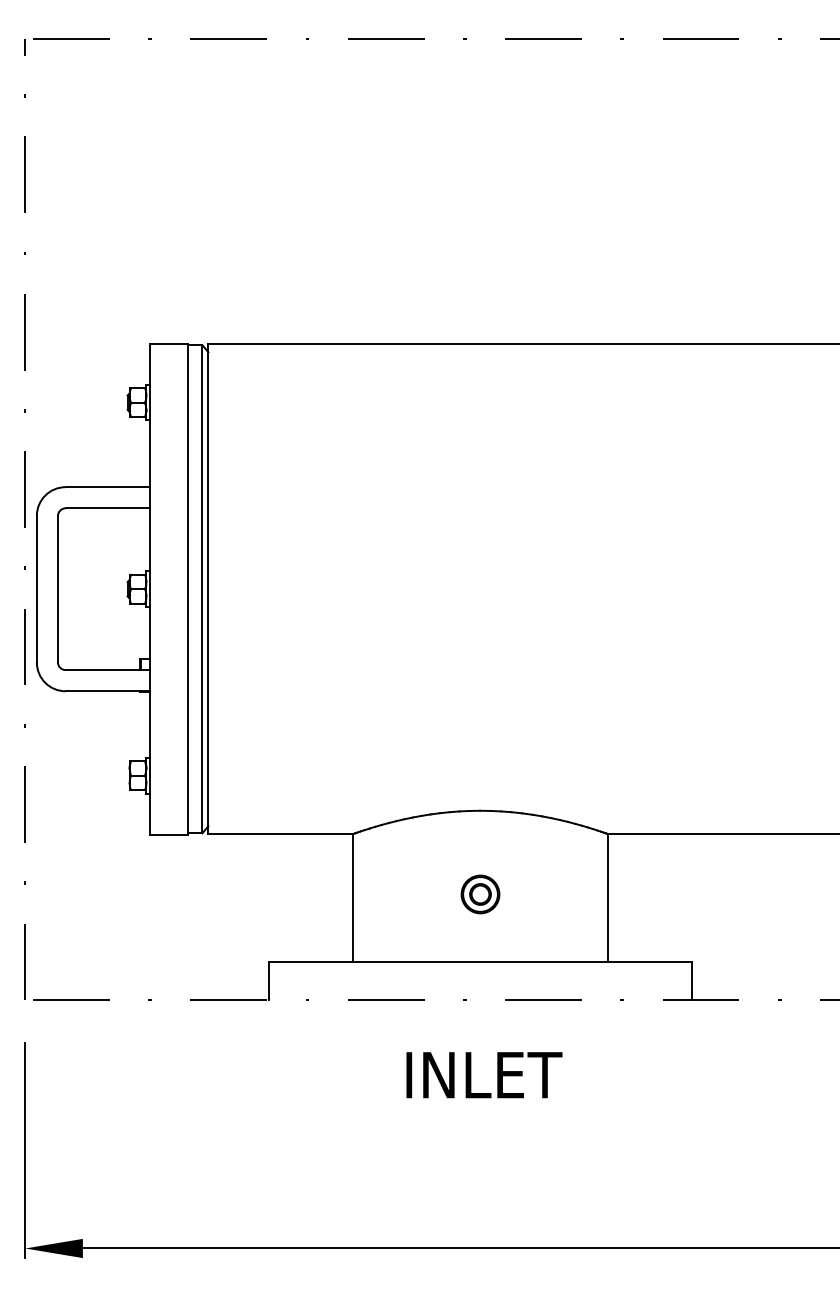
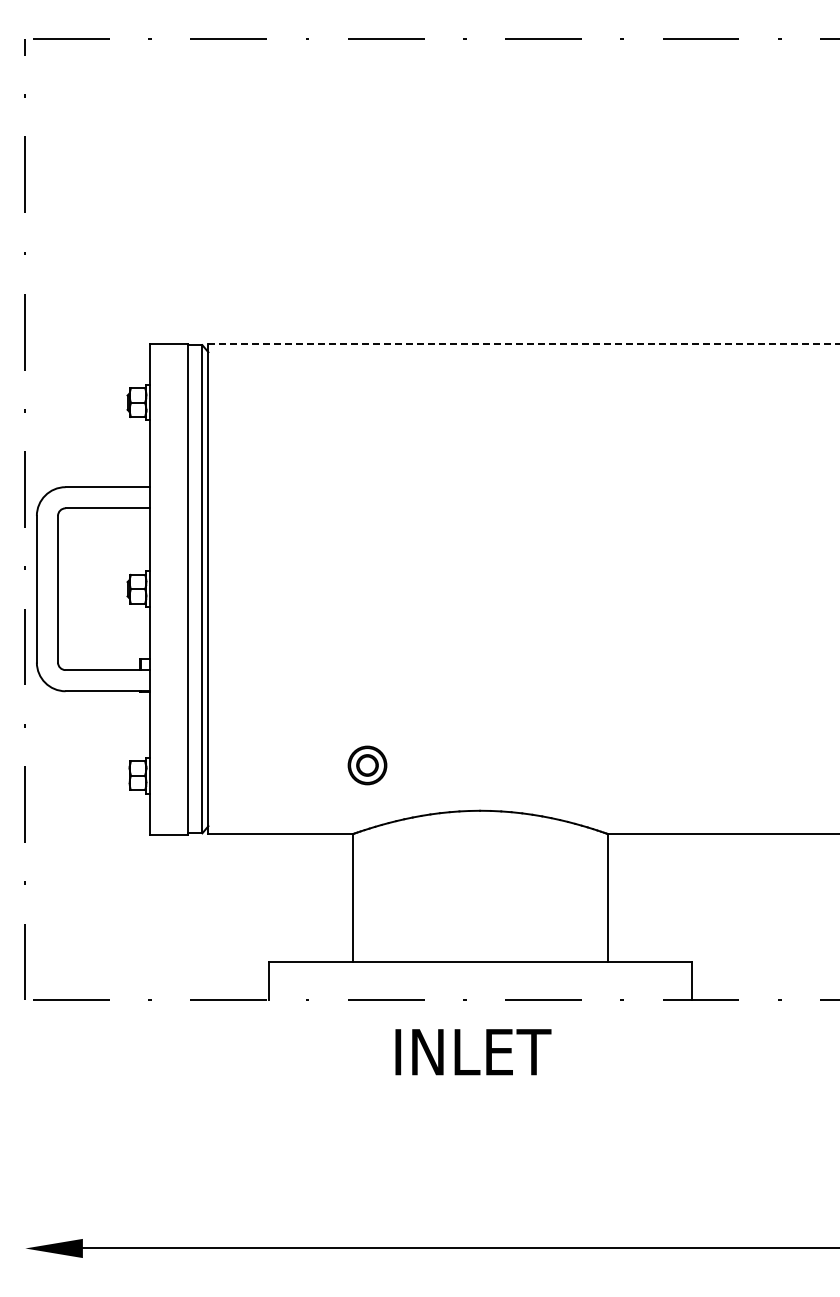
line at (524, 344): solid -> dashed
part at (480, 894) position: (480, 894) -> (367, 765)
text at (484, 1075) position: (484, 1075) -> (473, 1052)
line at (25, 1150): present -> none
